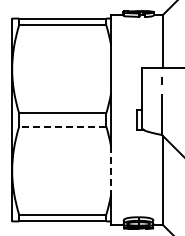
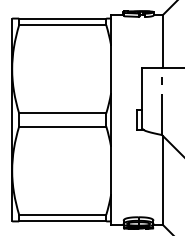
line at (62, 126): dashed -> solid
line at (110, 170): dashed -> solid
